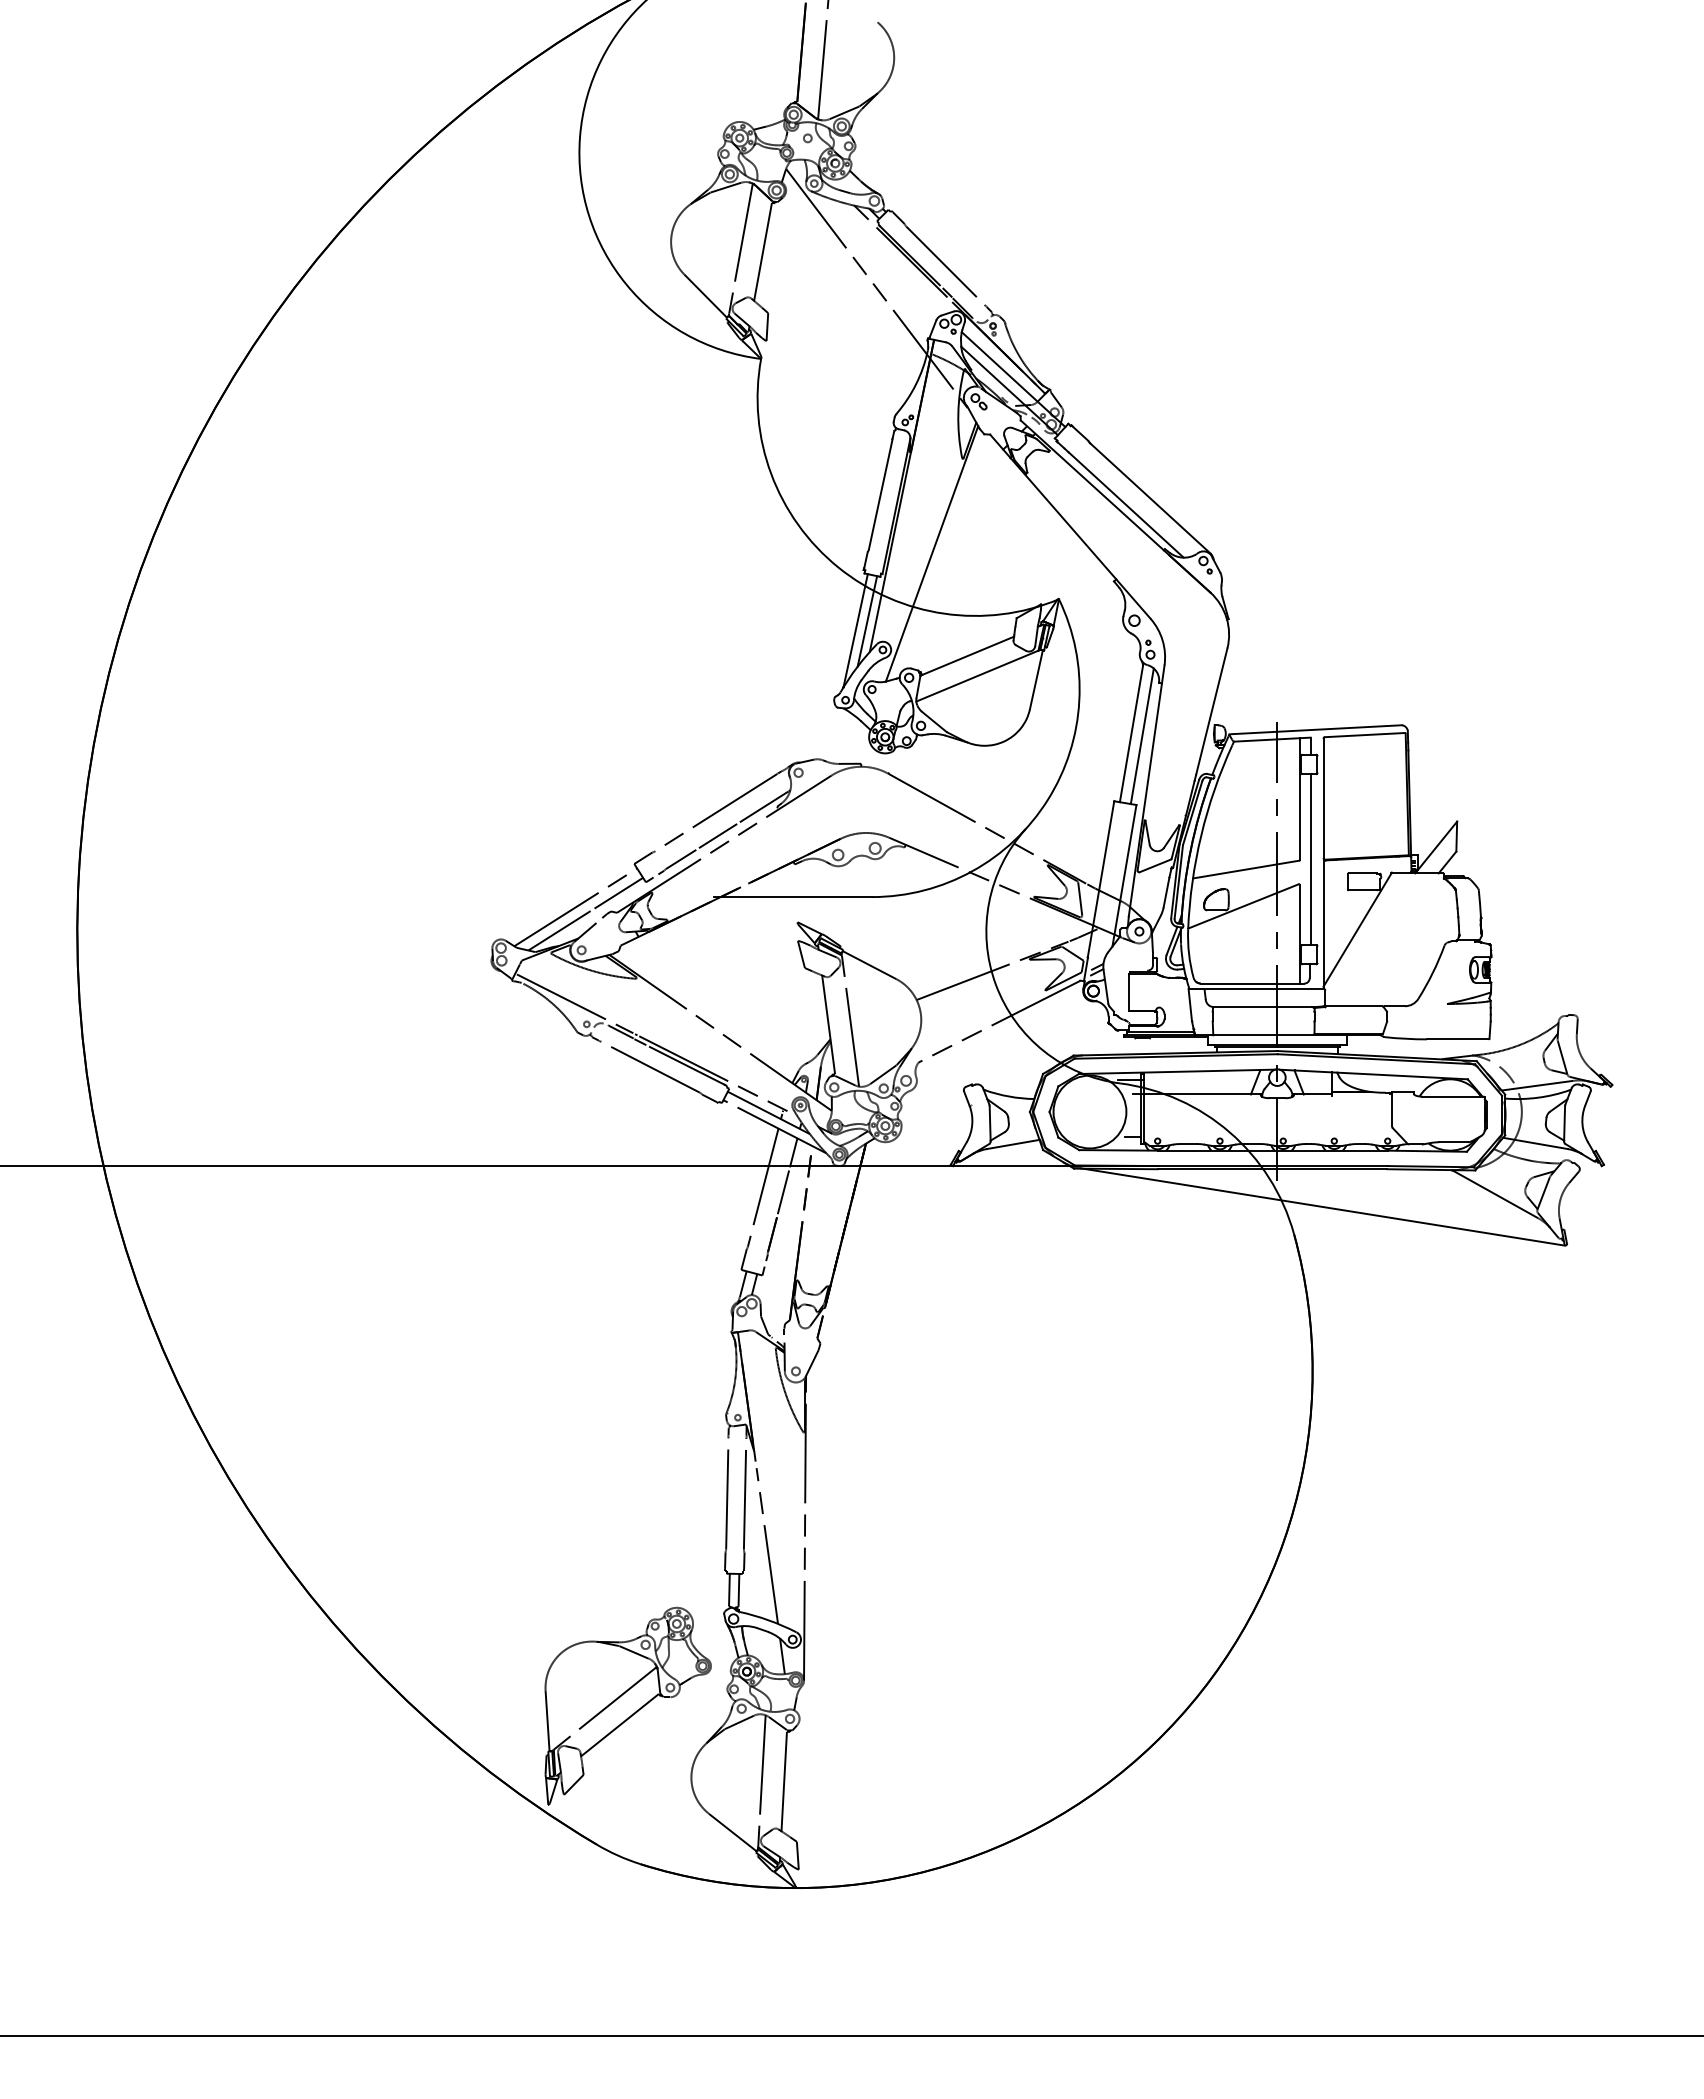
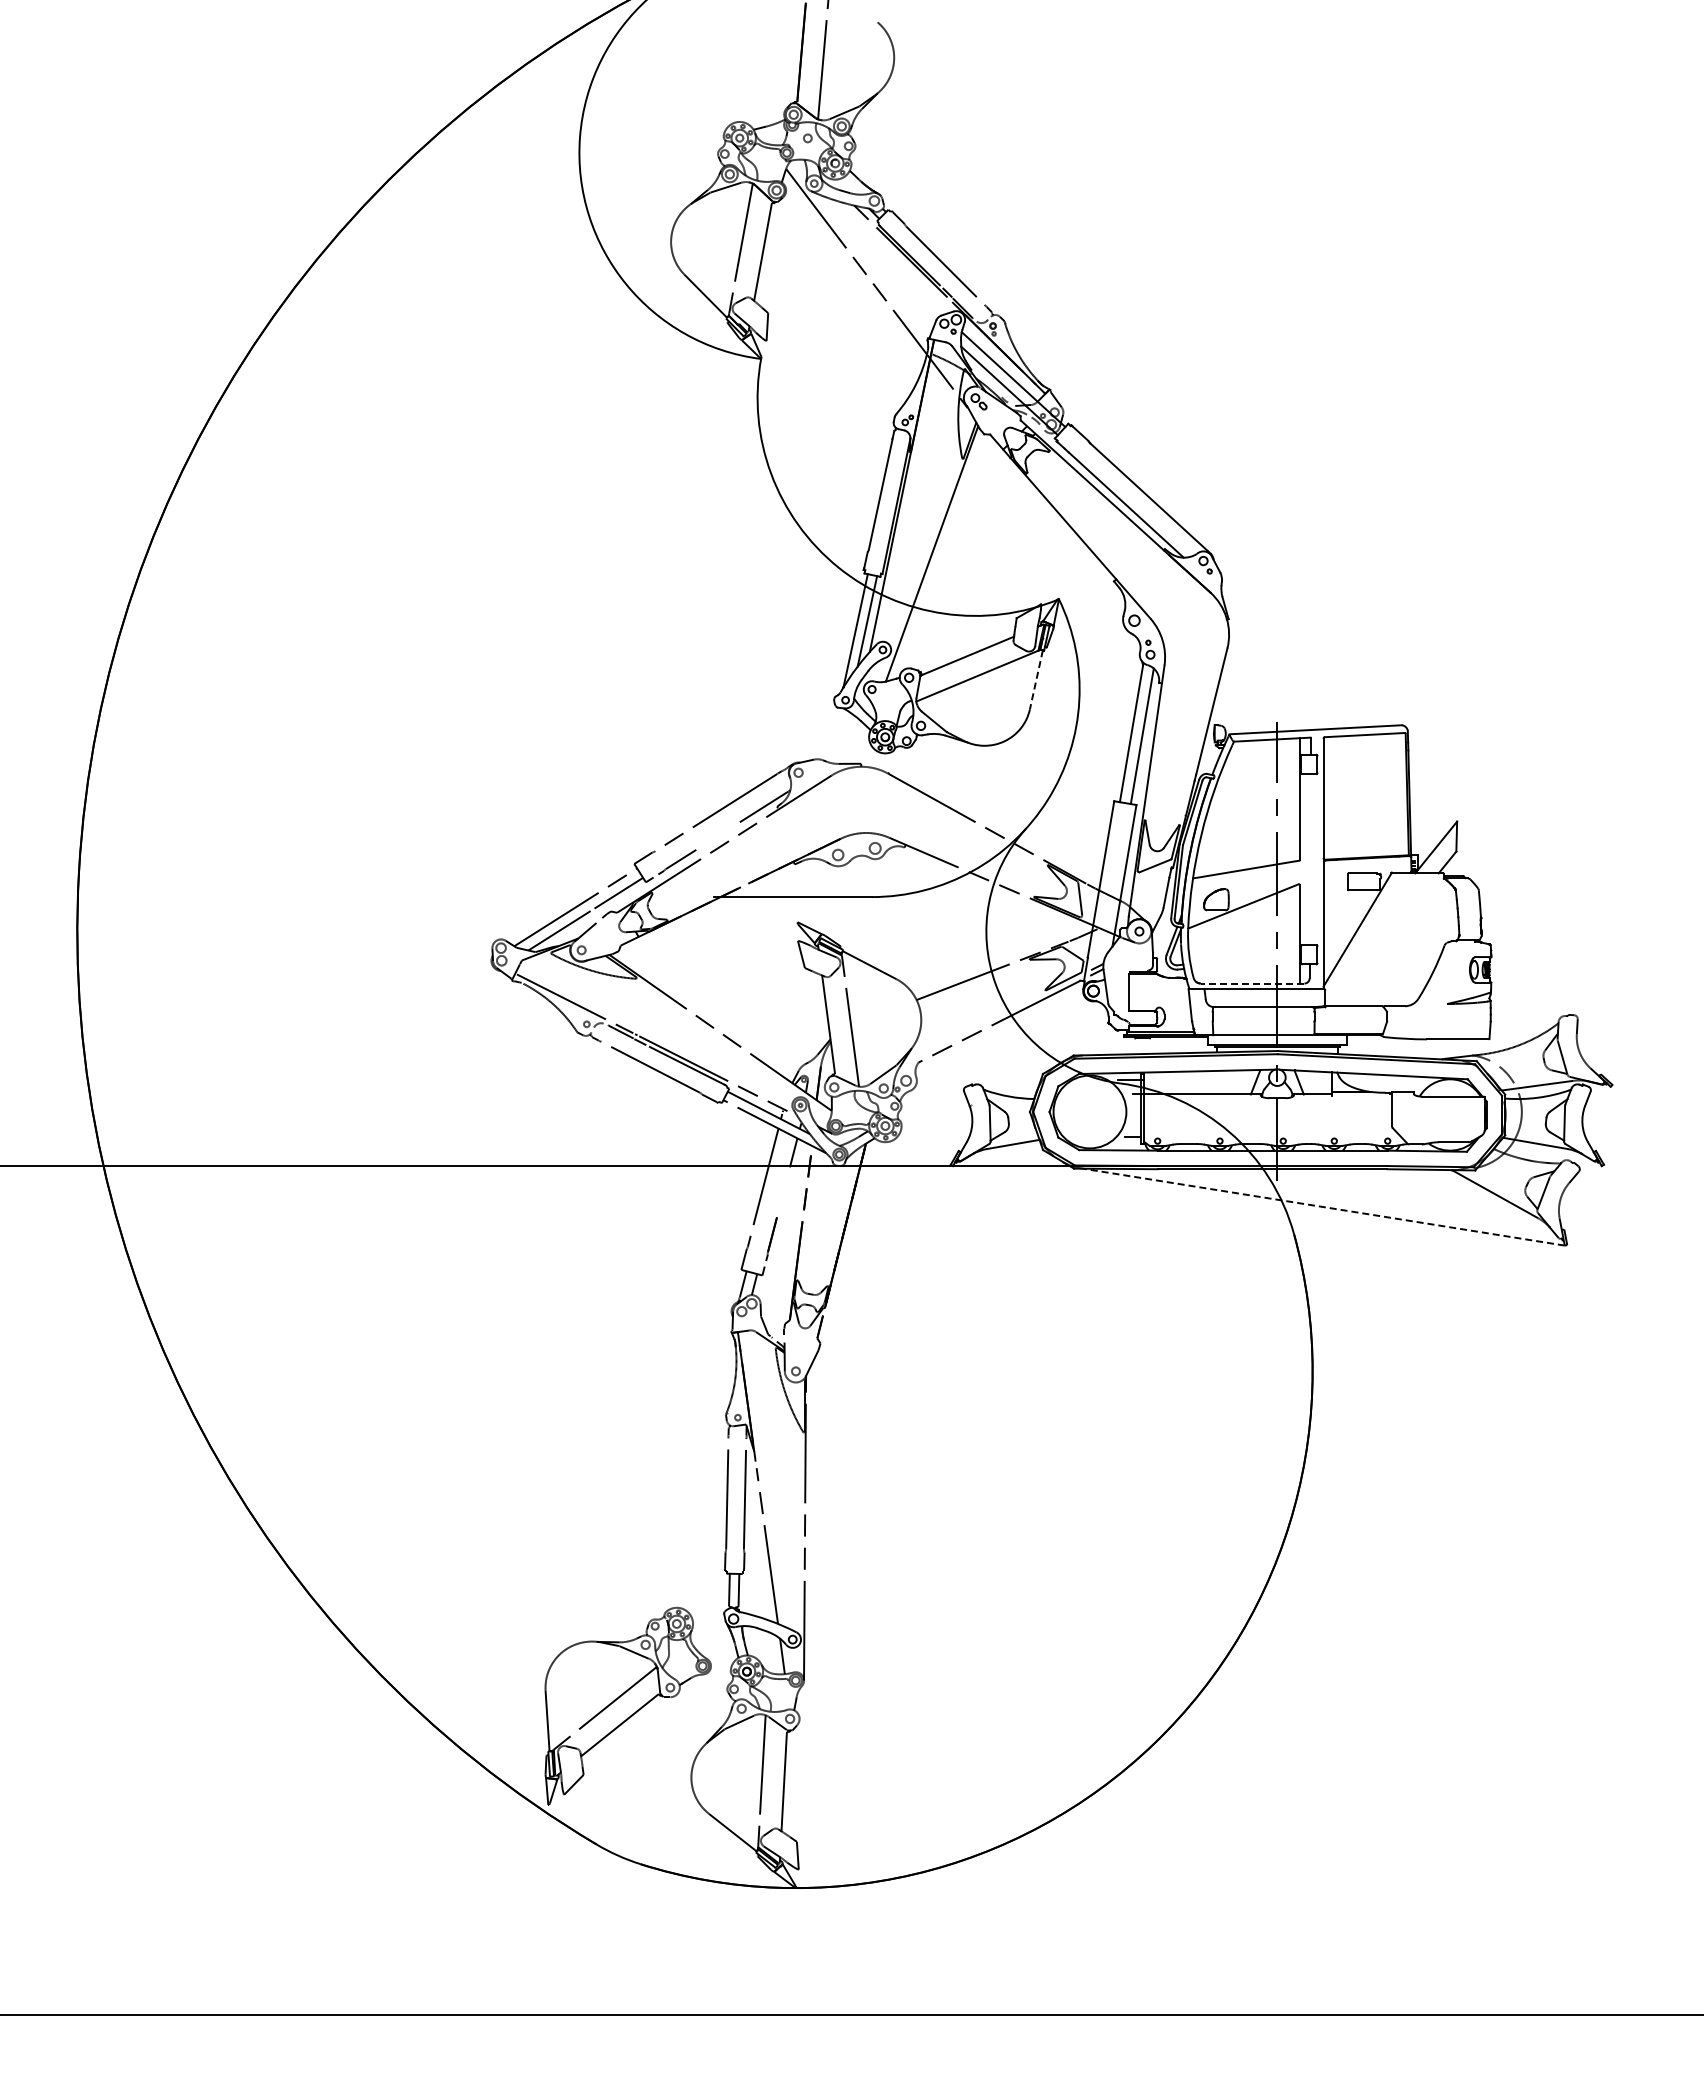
line at (1036, 680): solid -> dashed
line at (718, 836): present -> none
line at (1310, 859): present -> none
line at (1252, 983): solid -> dashed
line at (783, 1192): present -> none
line at (1322, 1206): solid -> dashed
line at (851, 2036) position: (851, 2036) -> (851, 2015)
